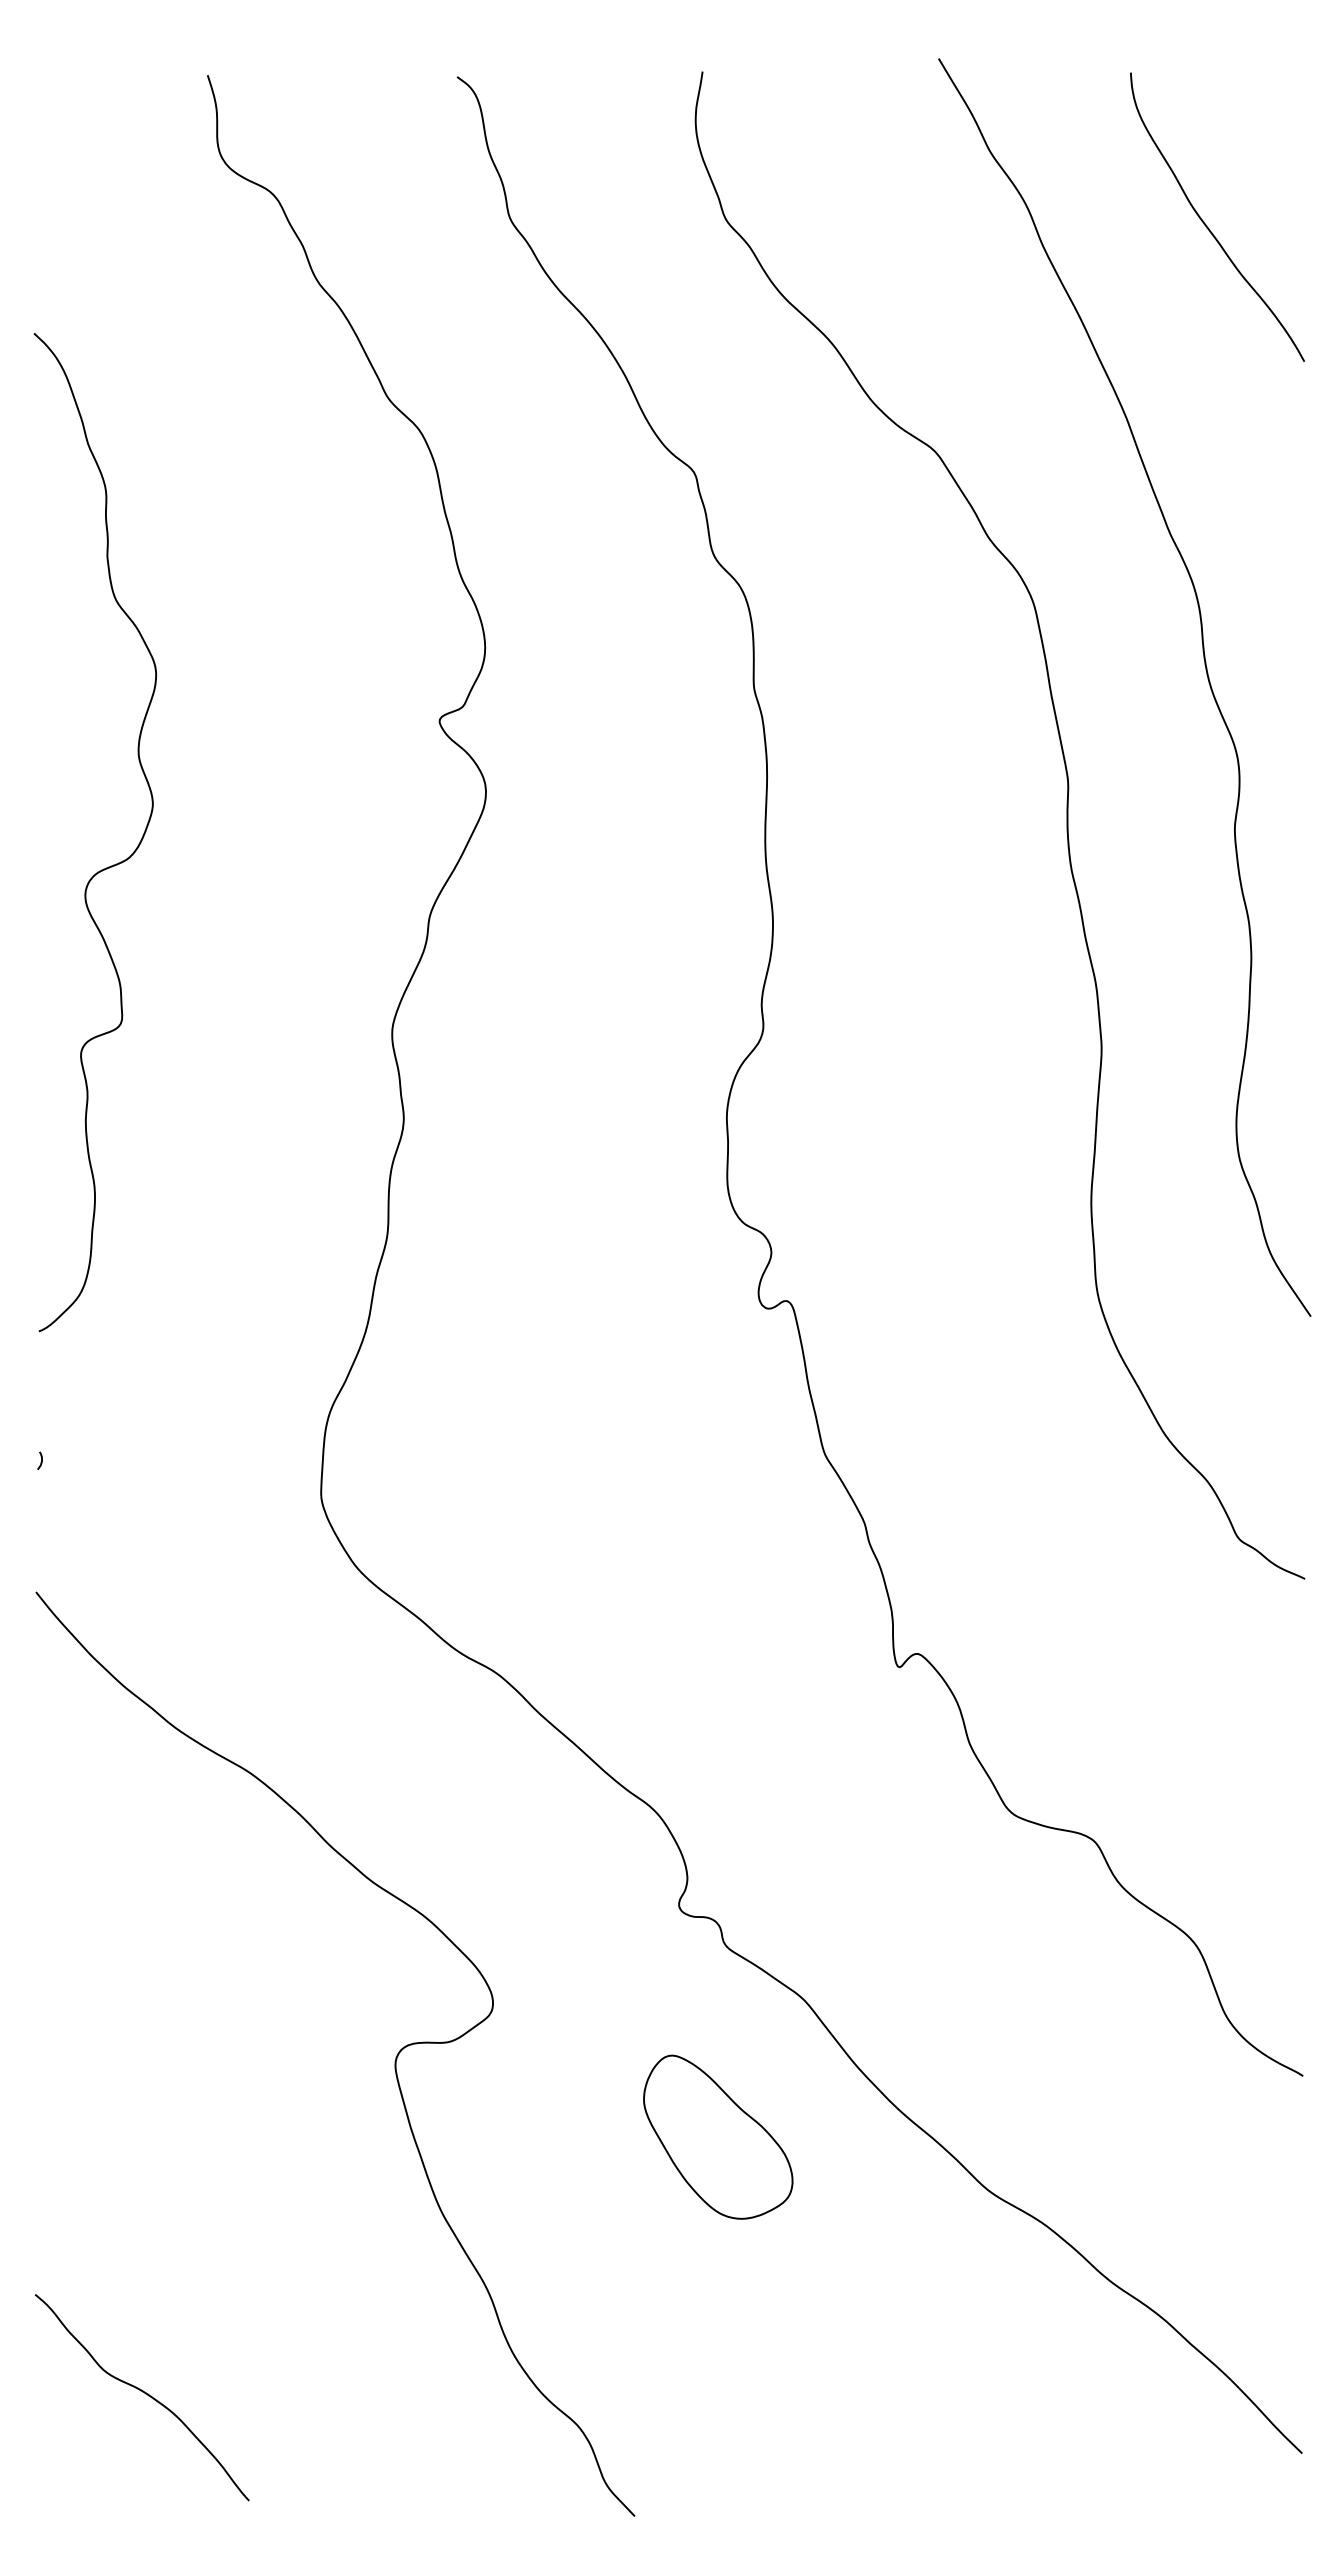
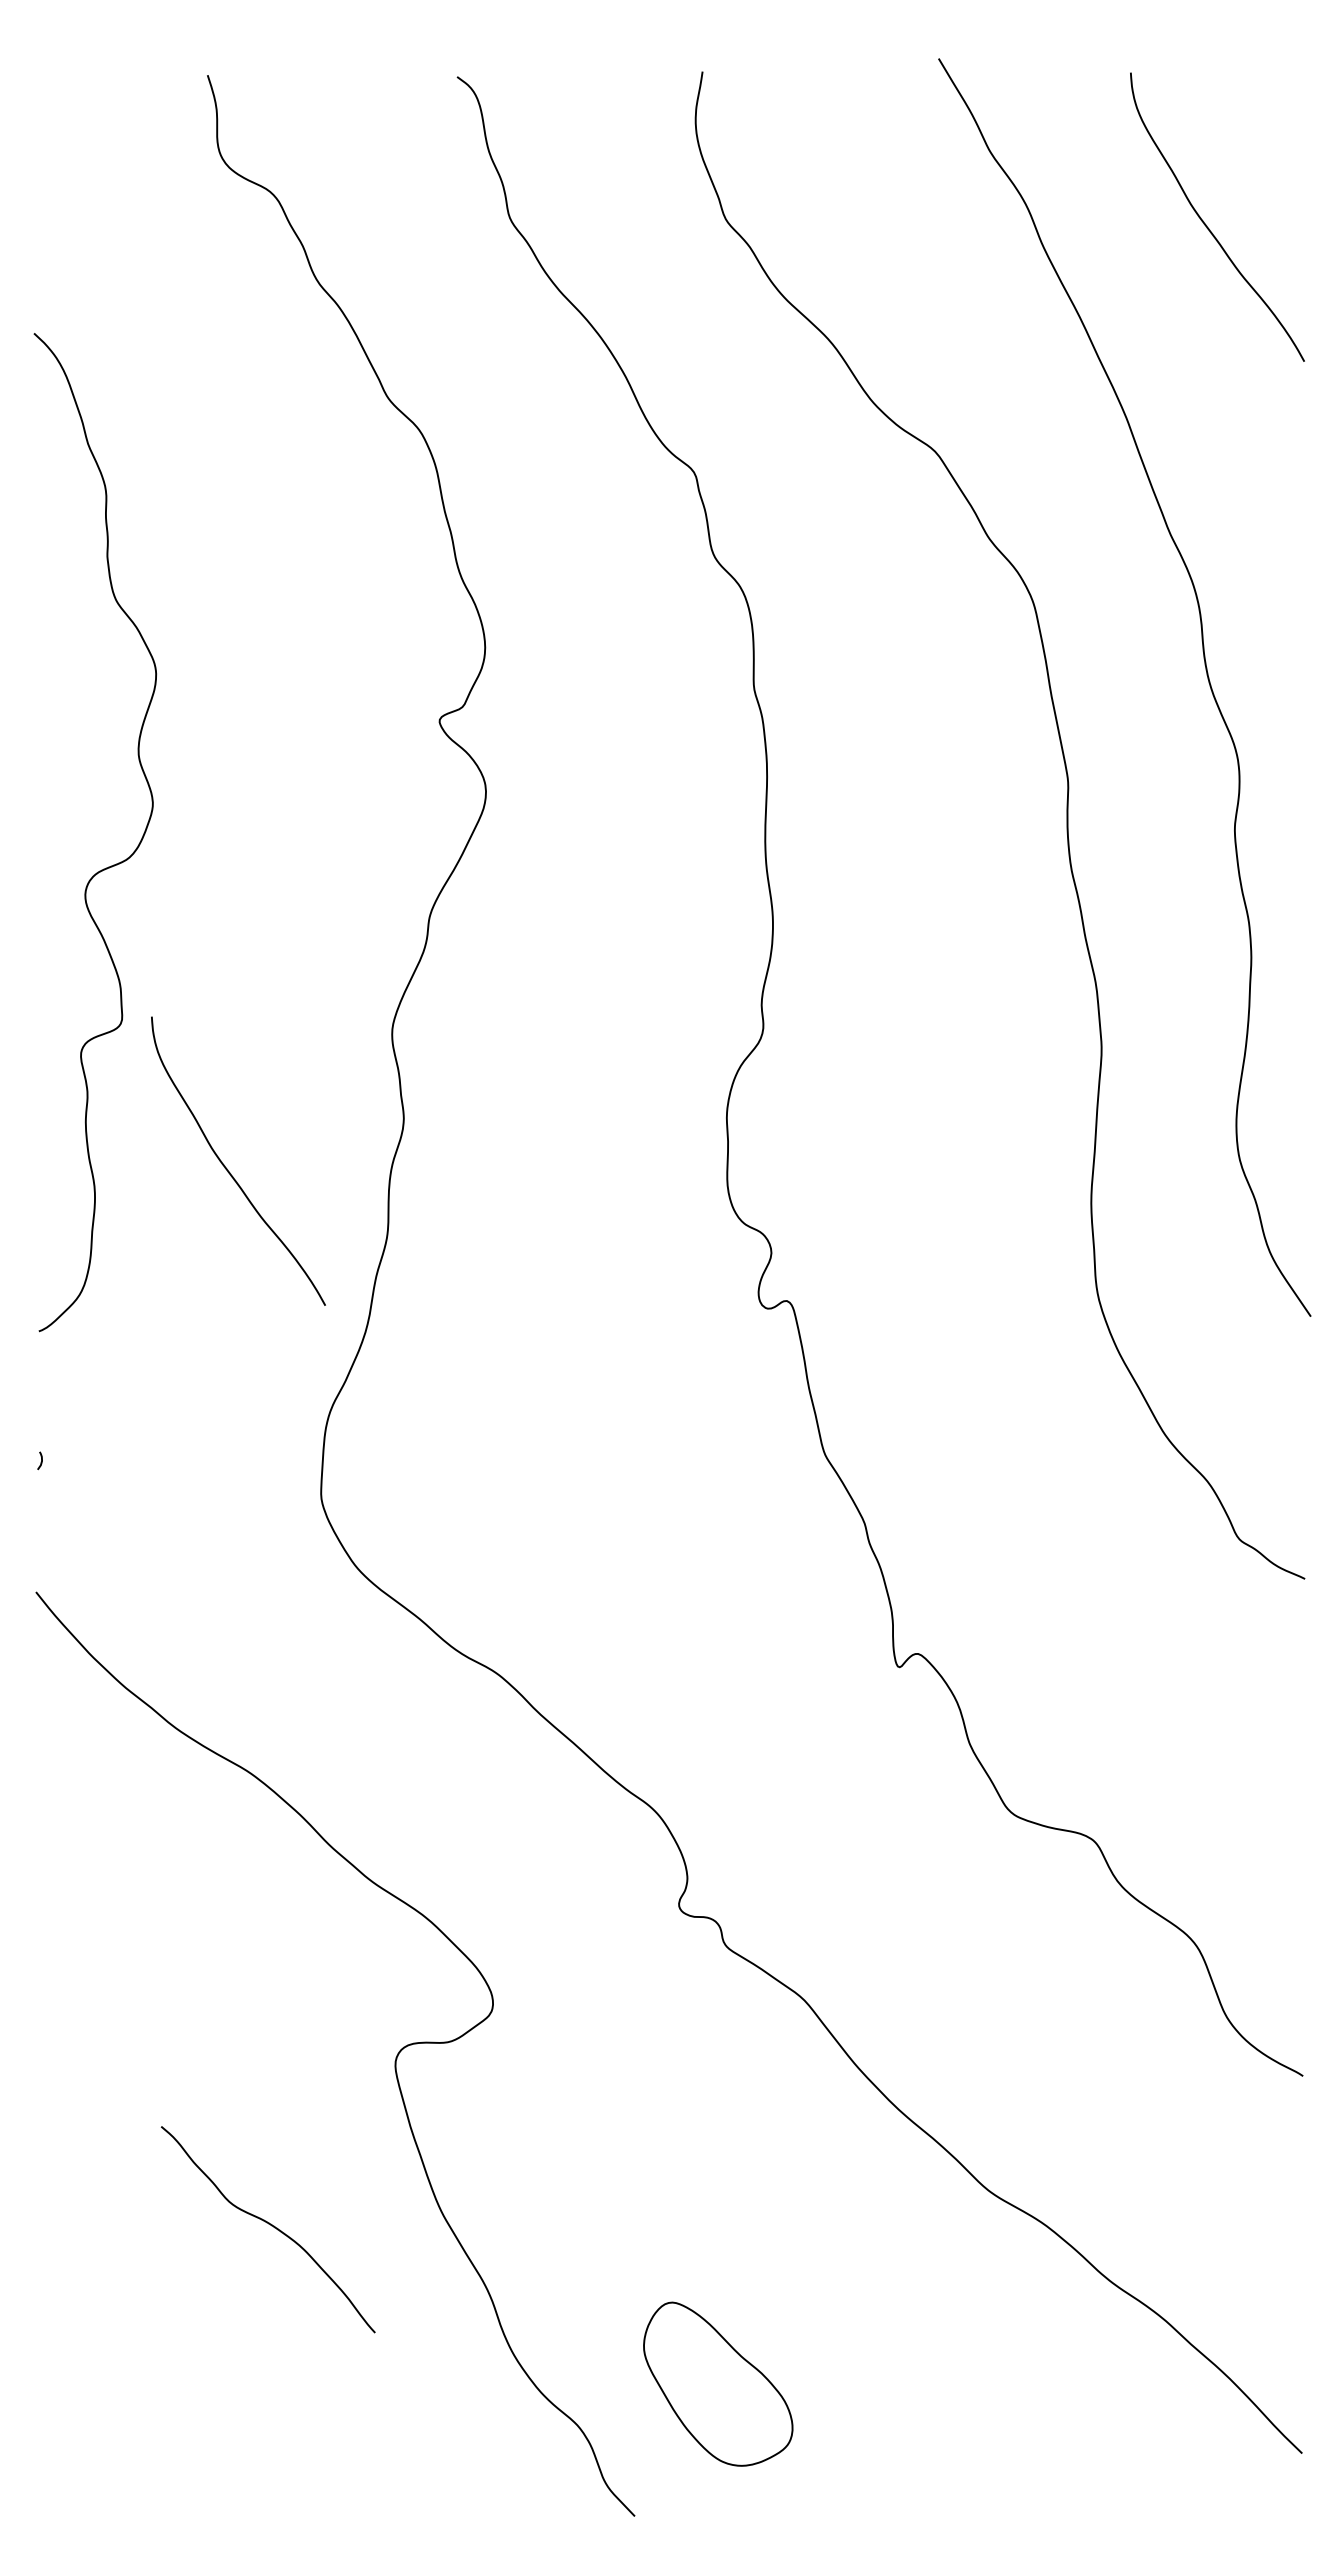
curve at (227, 1168): none -> present
part at (718, 2136) position: (718, 2136) -> (718, 2383)
curve at (145, 2394) position: (145, 2394) -> (271, 2226)
